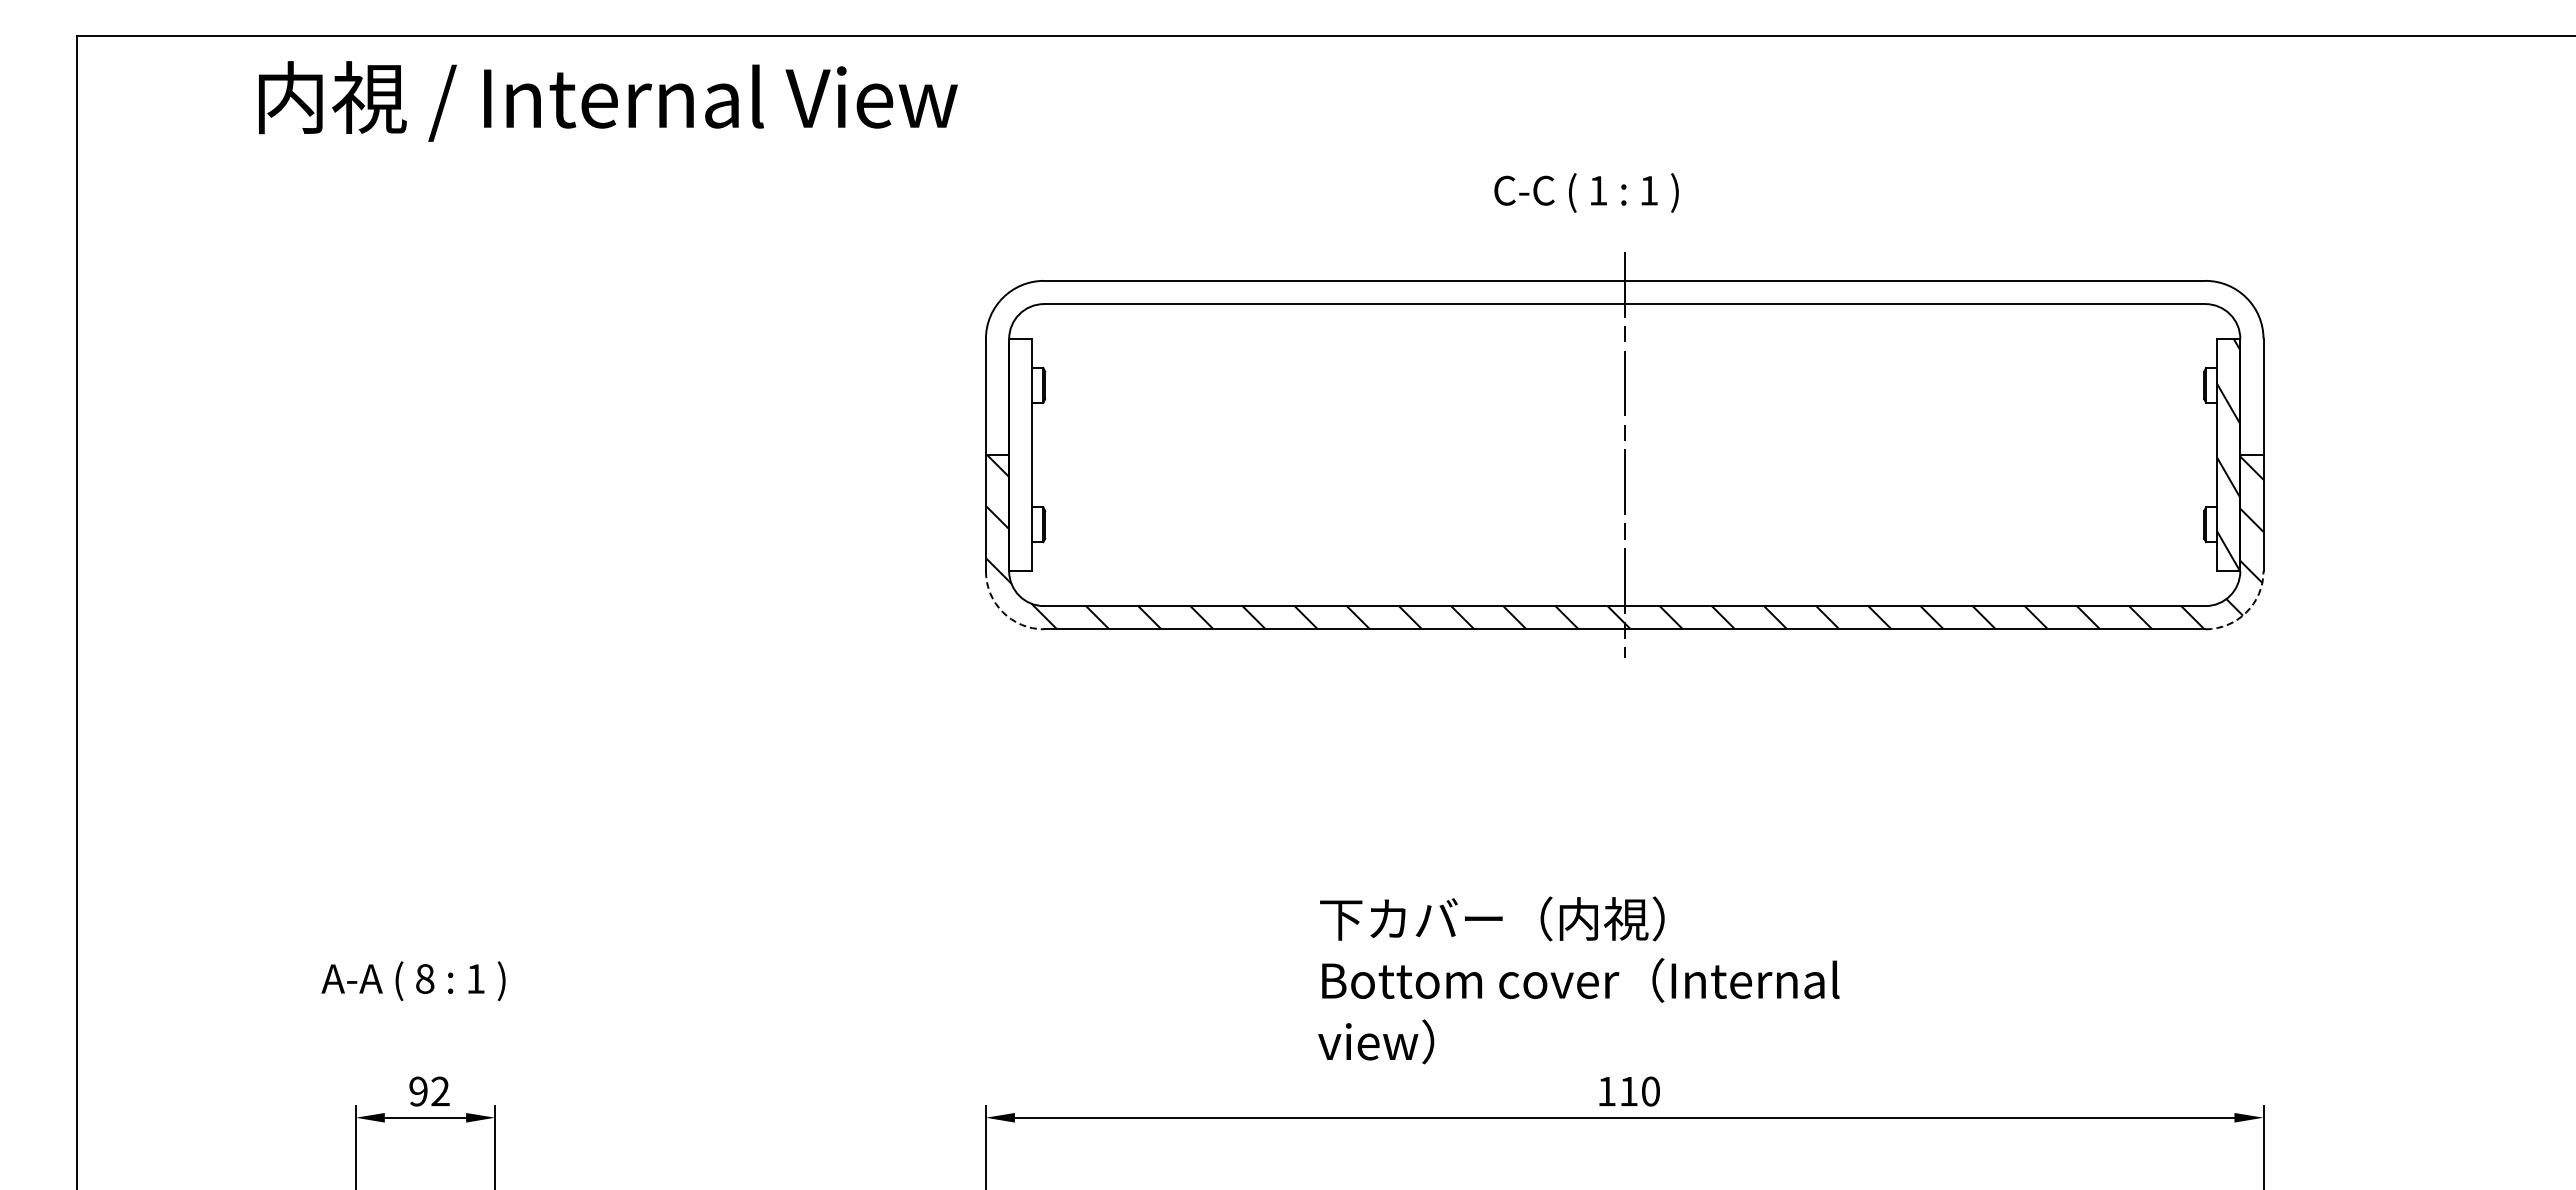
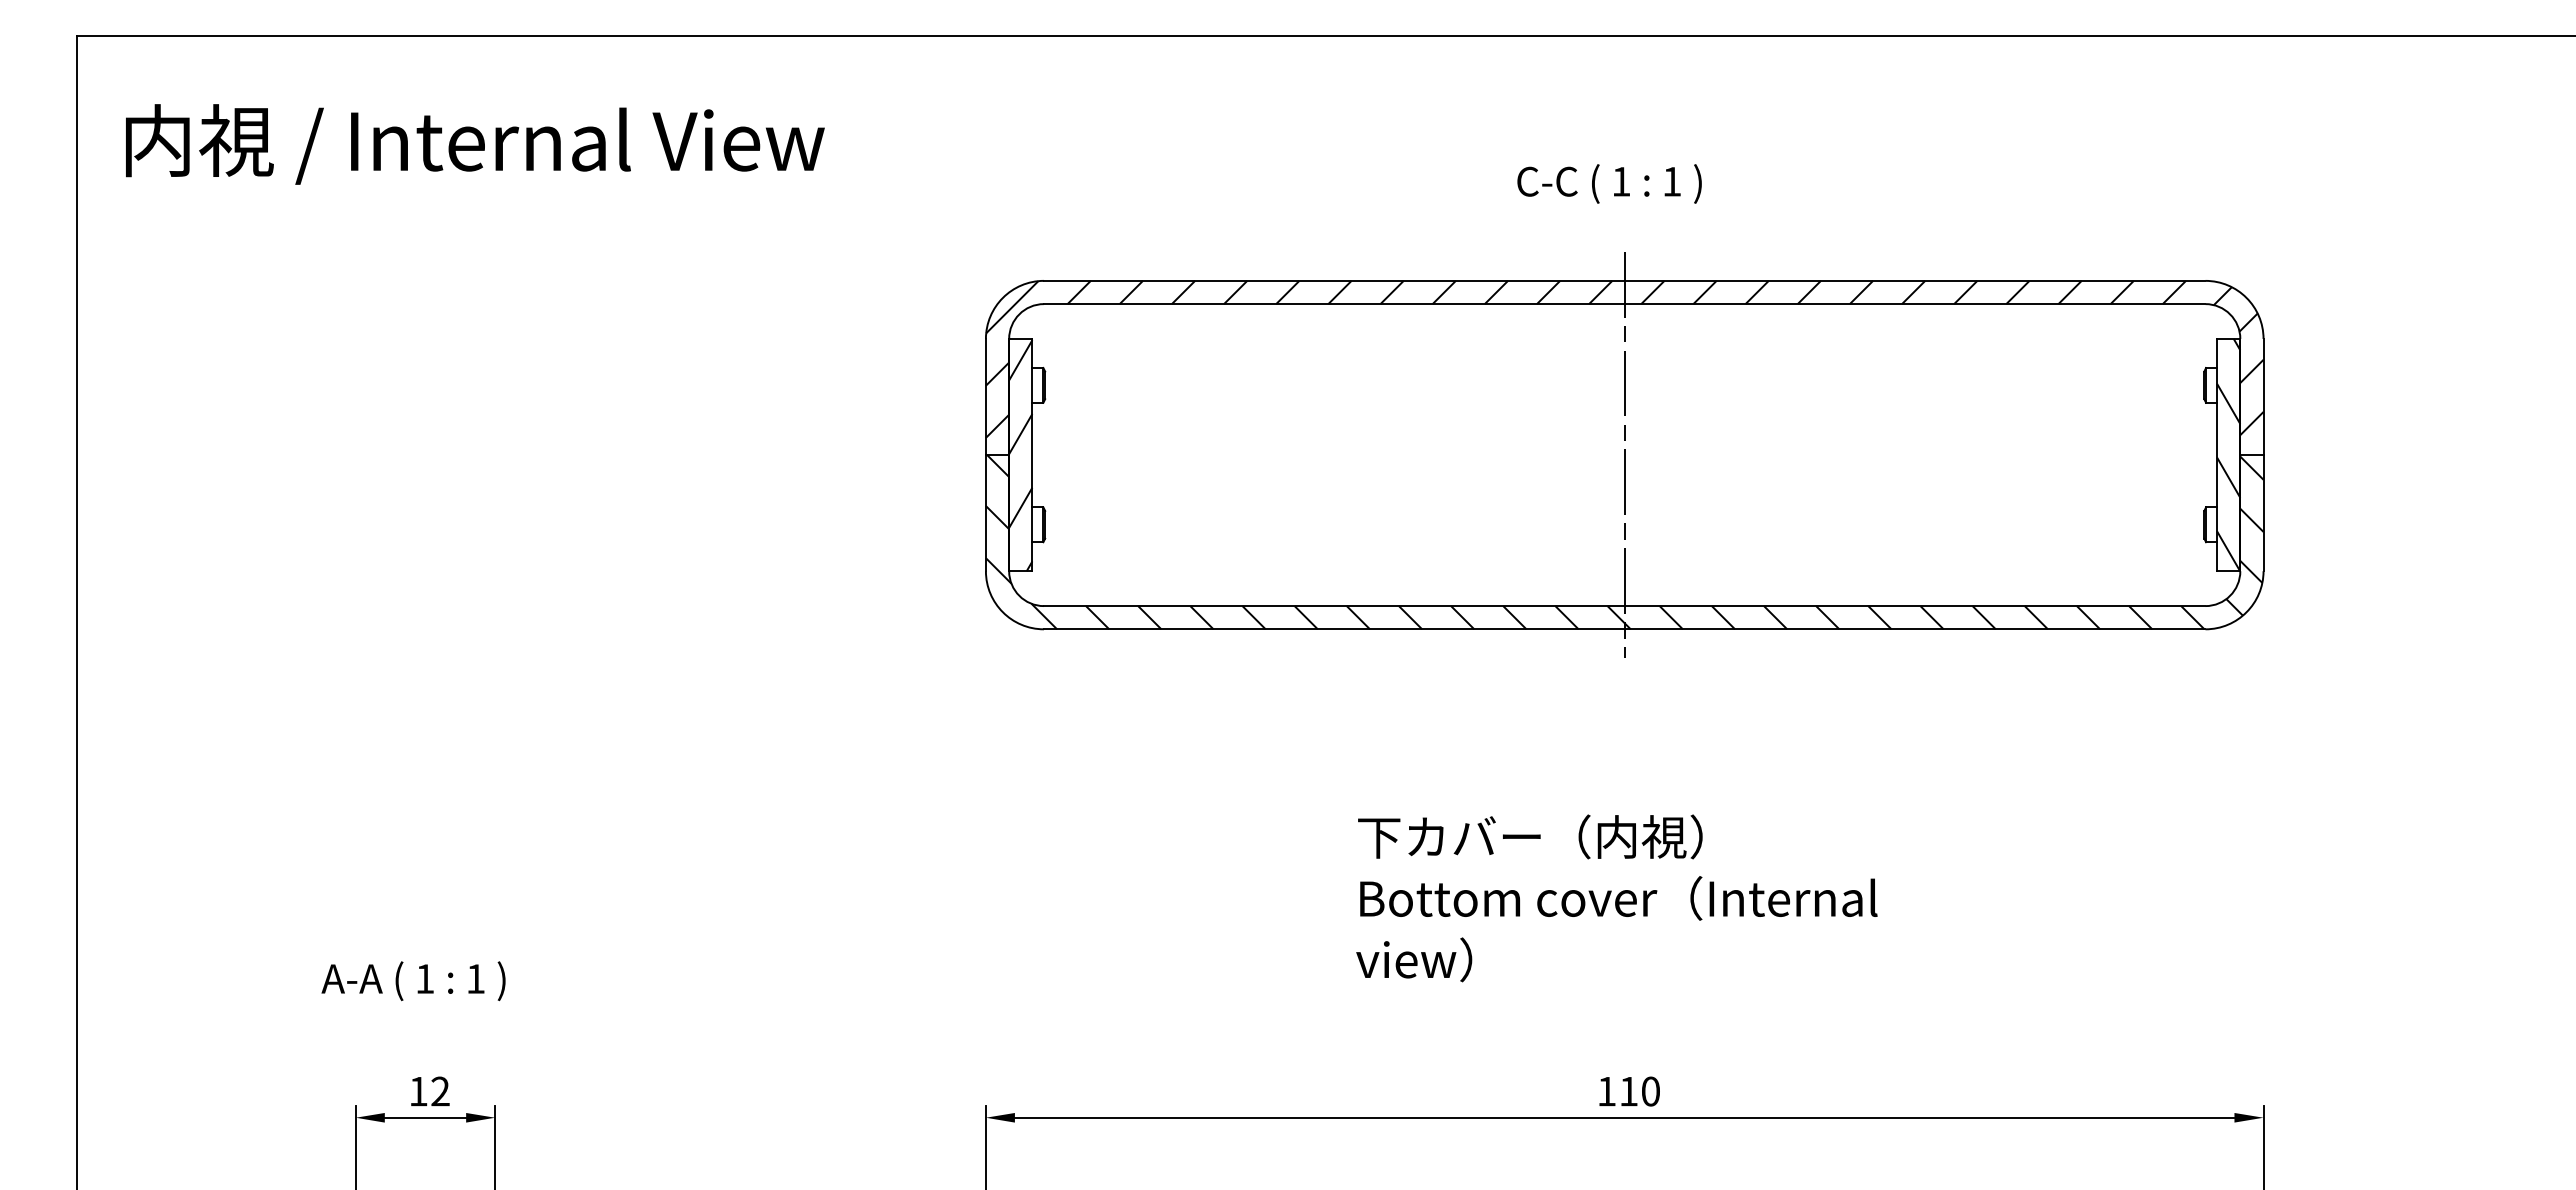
text at (608, 101) position: (608, 101) -> (475, 144)
text at (1586, 192) position: (1586, 192) -> (1609, 183)
hatch at (1624, 358): none -> present
hatch at (1020, 455): none -> present
arc at (1002, 612): dashed -> solid
arc at (2246, 612): dashed -> solid
text at (425, 978): 8 -> 1
text at (1578, 980) position: (1578, 980) -> (1616, 898)
text at (418, 1091): 92 -> 12
